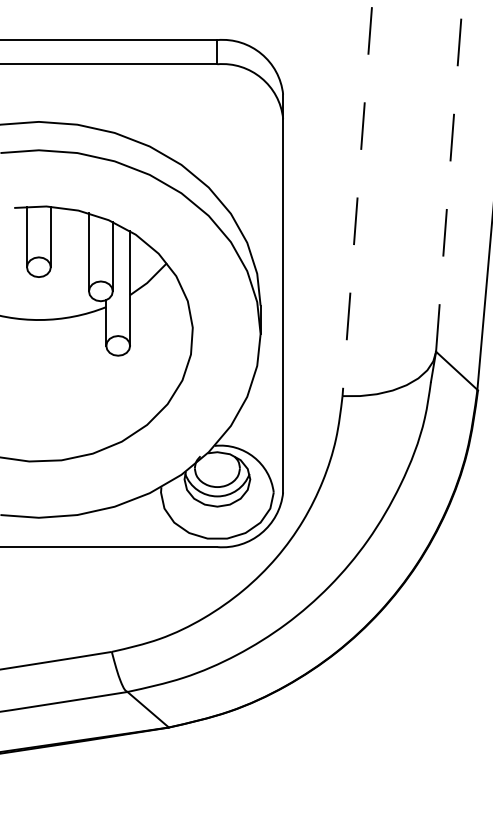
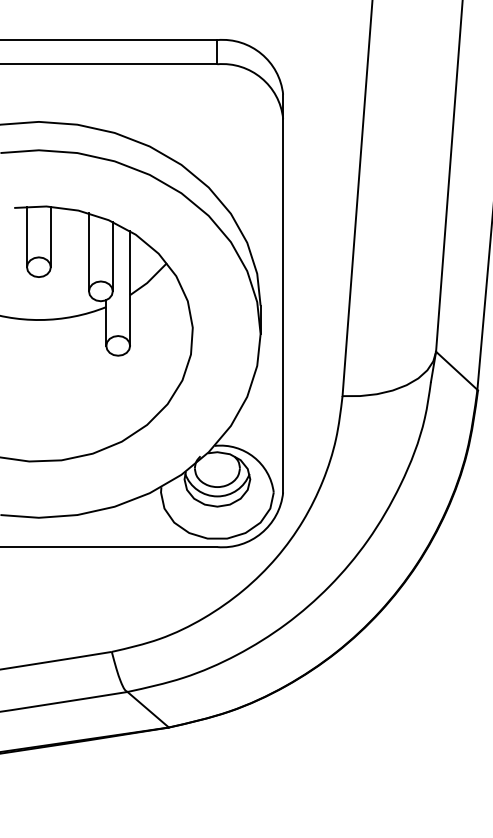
line at (449, 176): dashed -> solid
line at (357, 198): dashed -> solid
